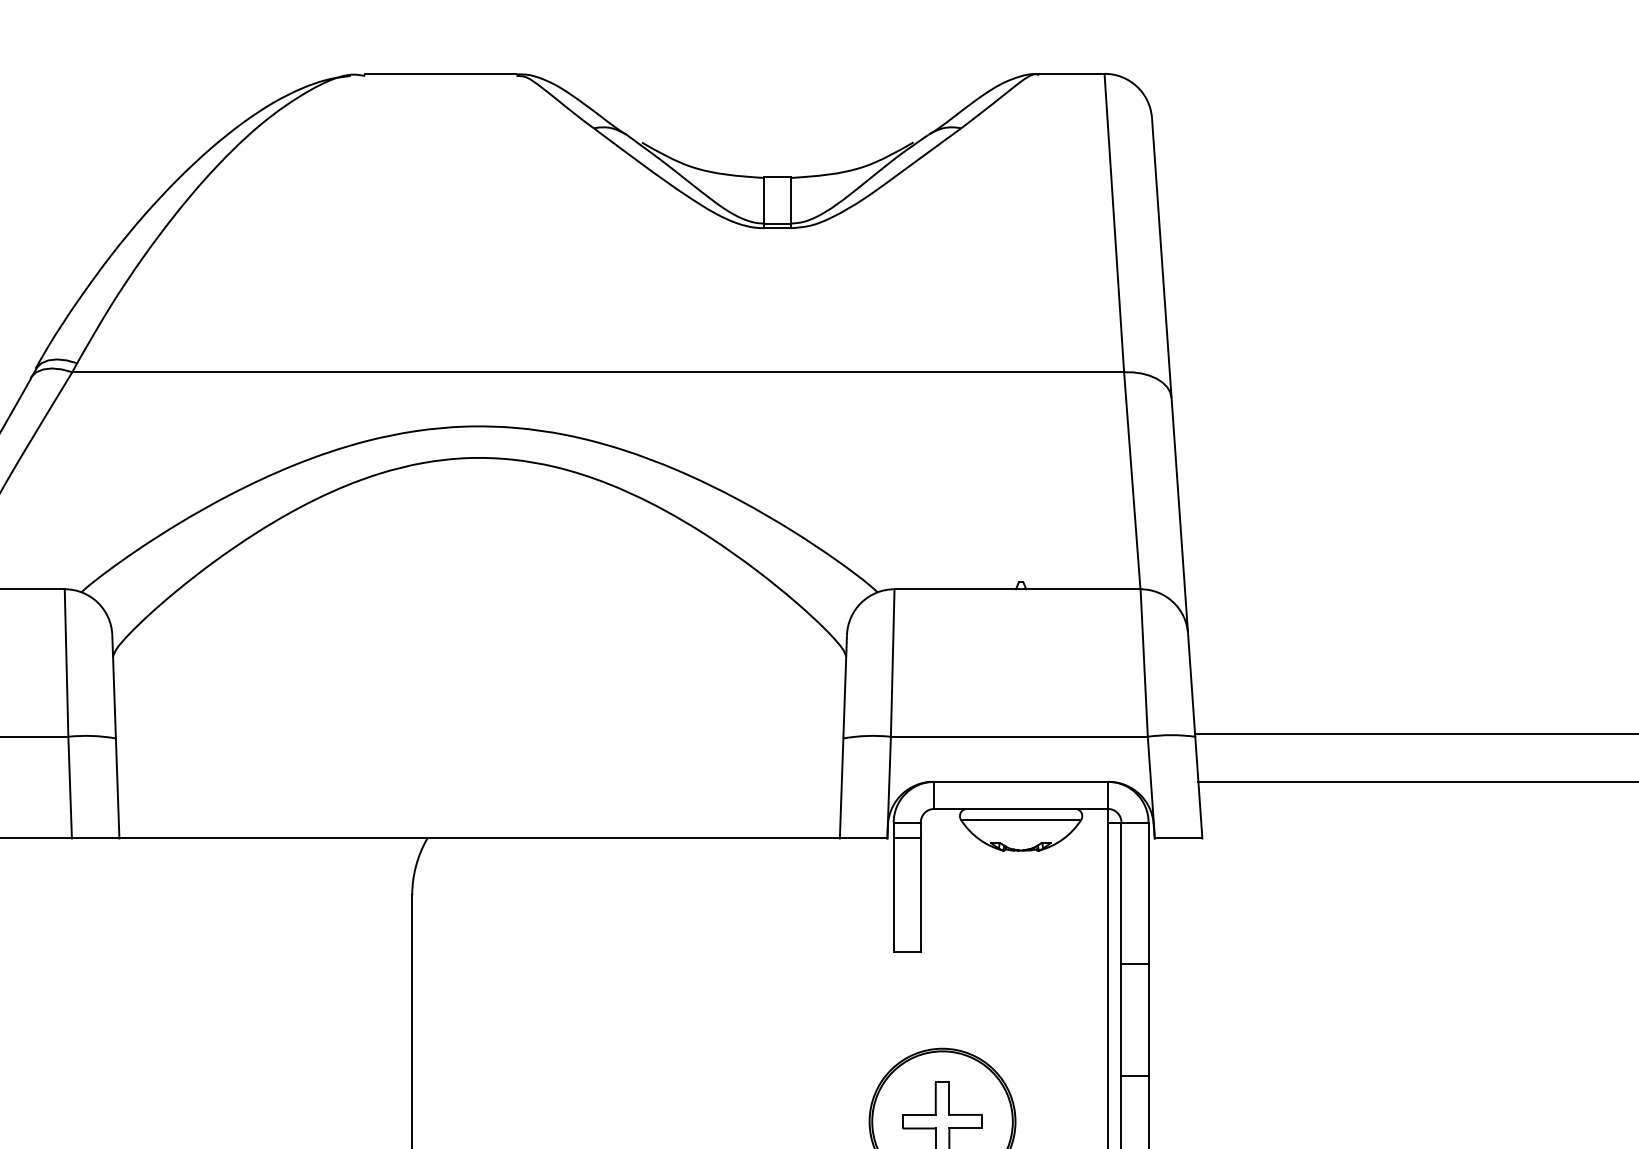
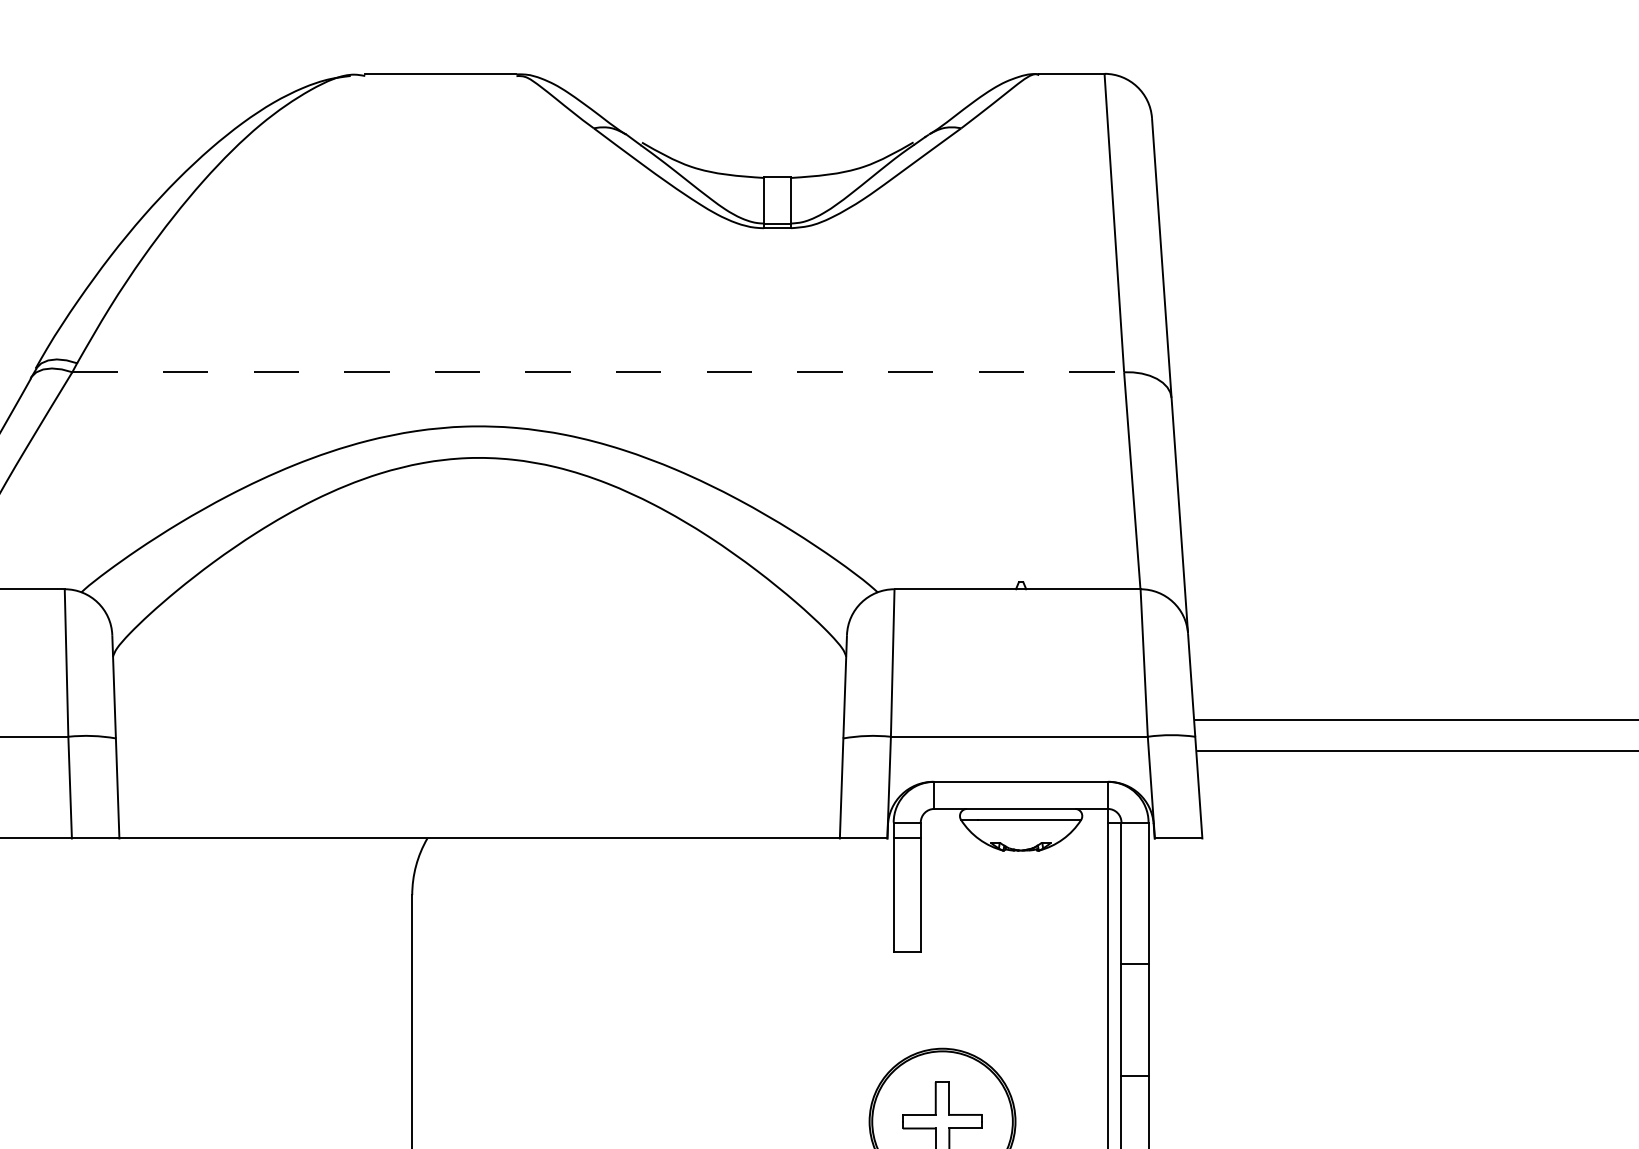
line at (598, 372): solid -> dashed
line at (1415, 733) position: (1415, 733) -> (1415, 719)
line at (1416, 781) position: (1416, 781) -> (1416, 750)
